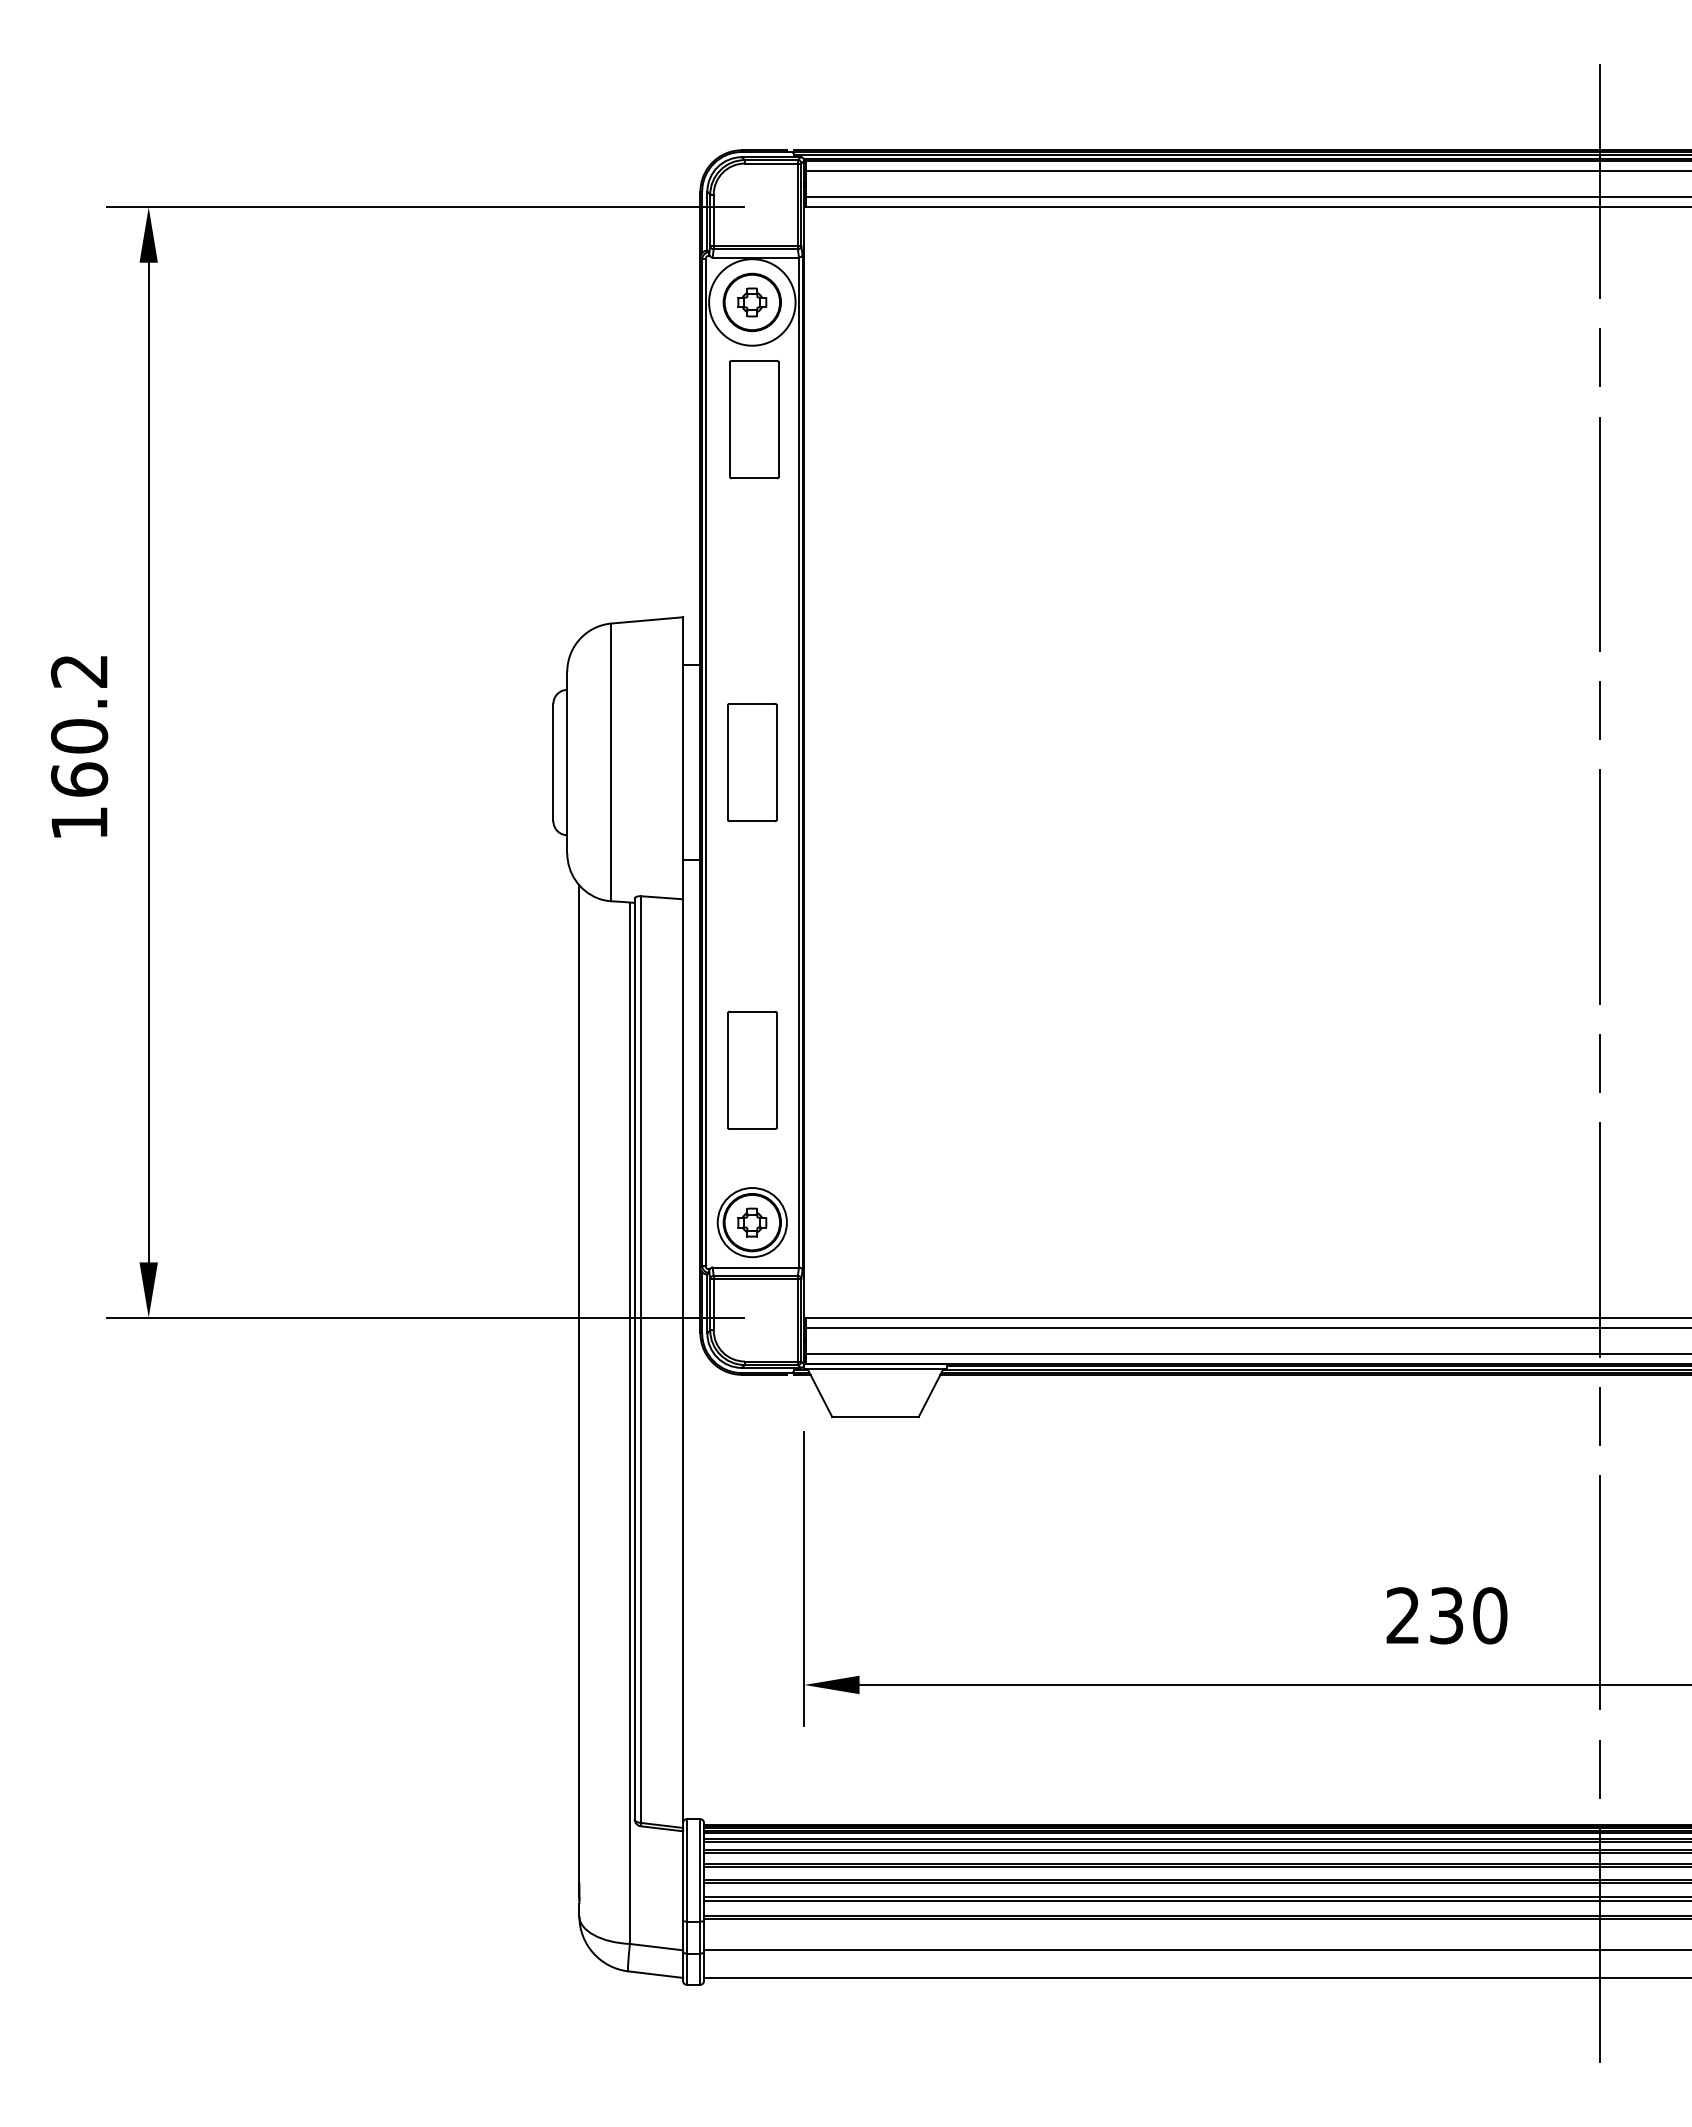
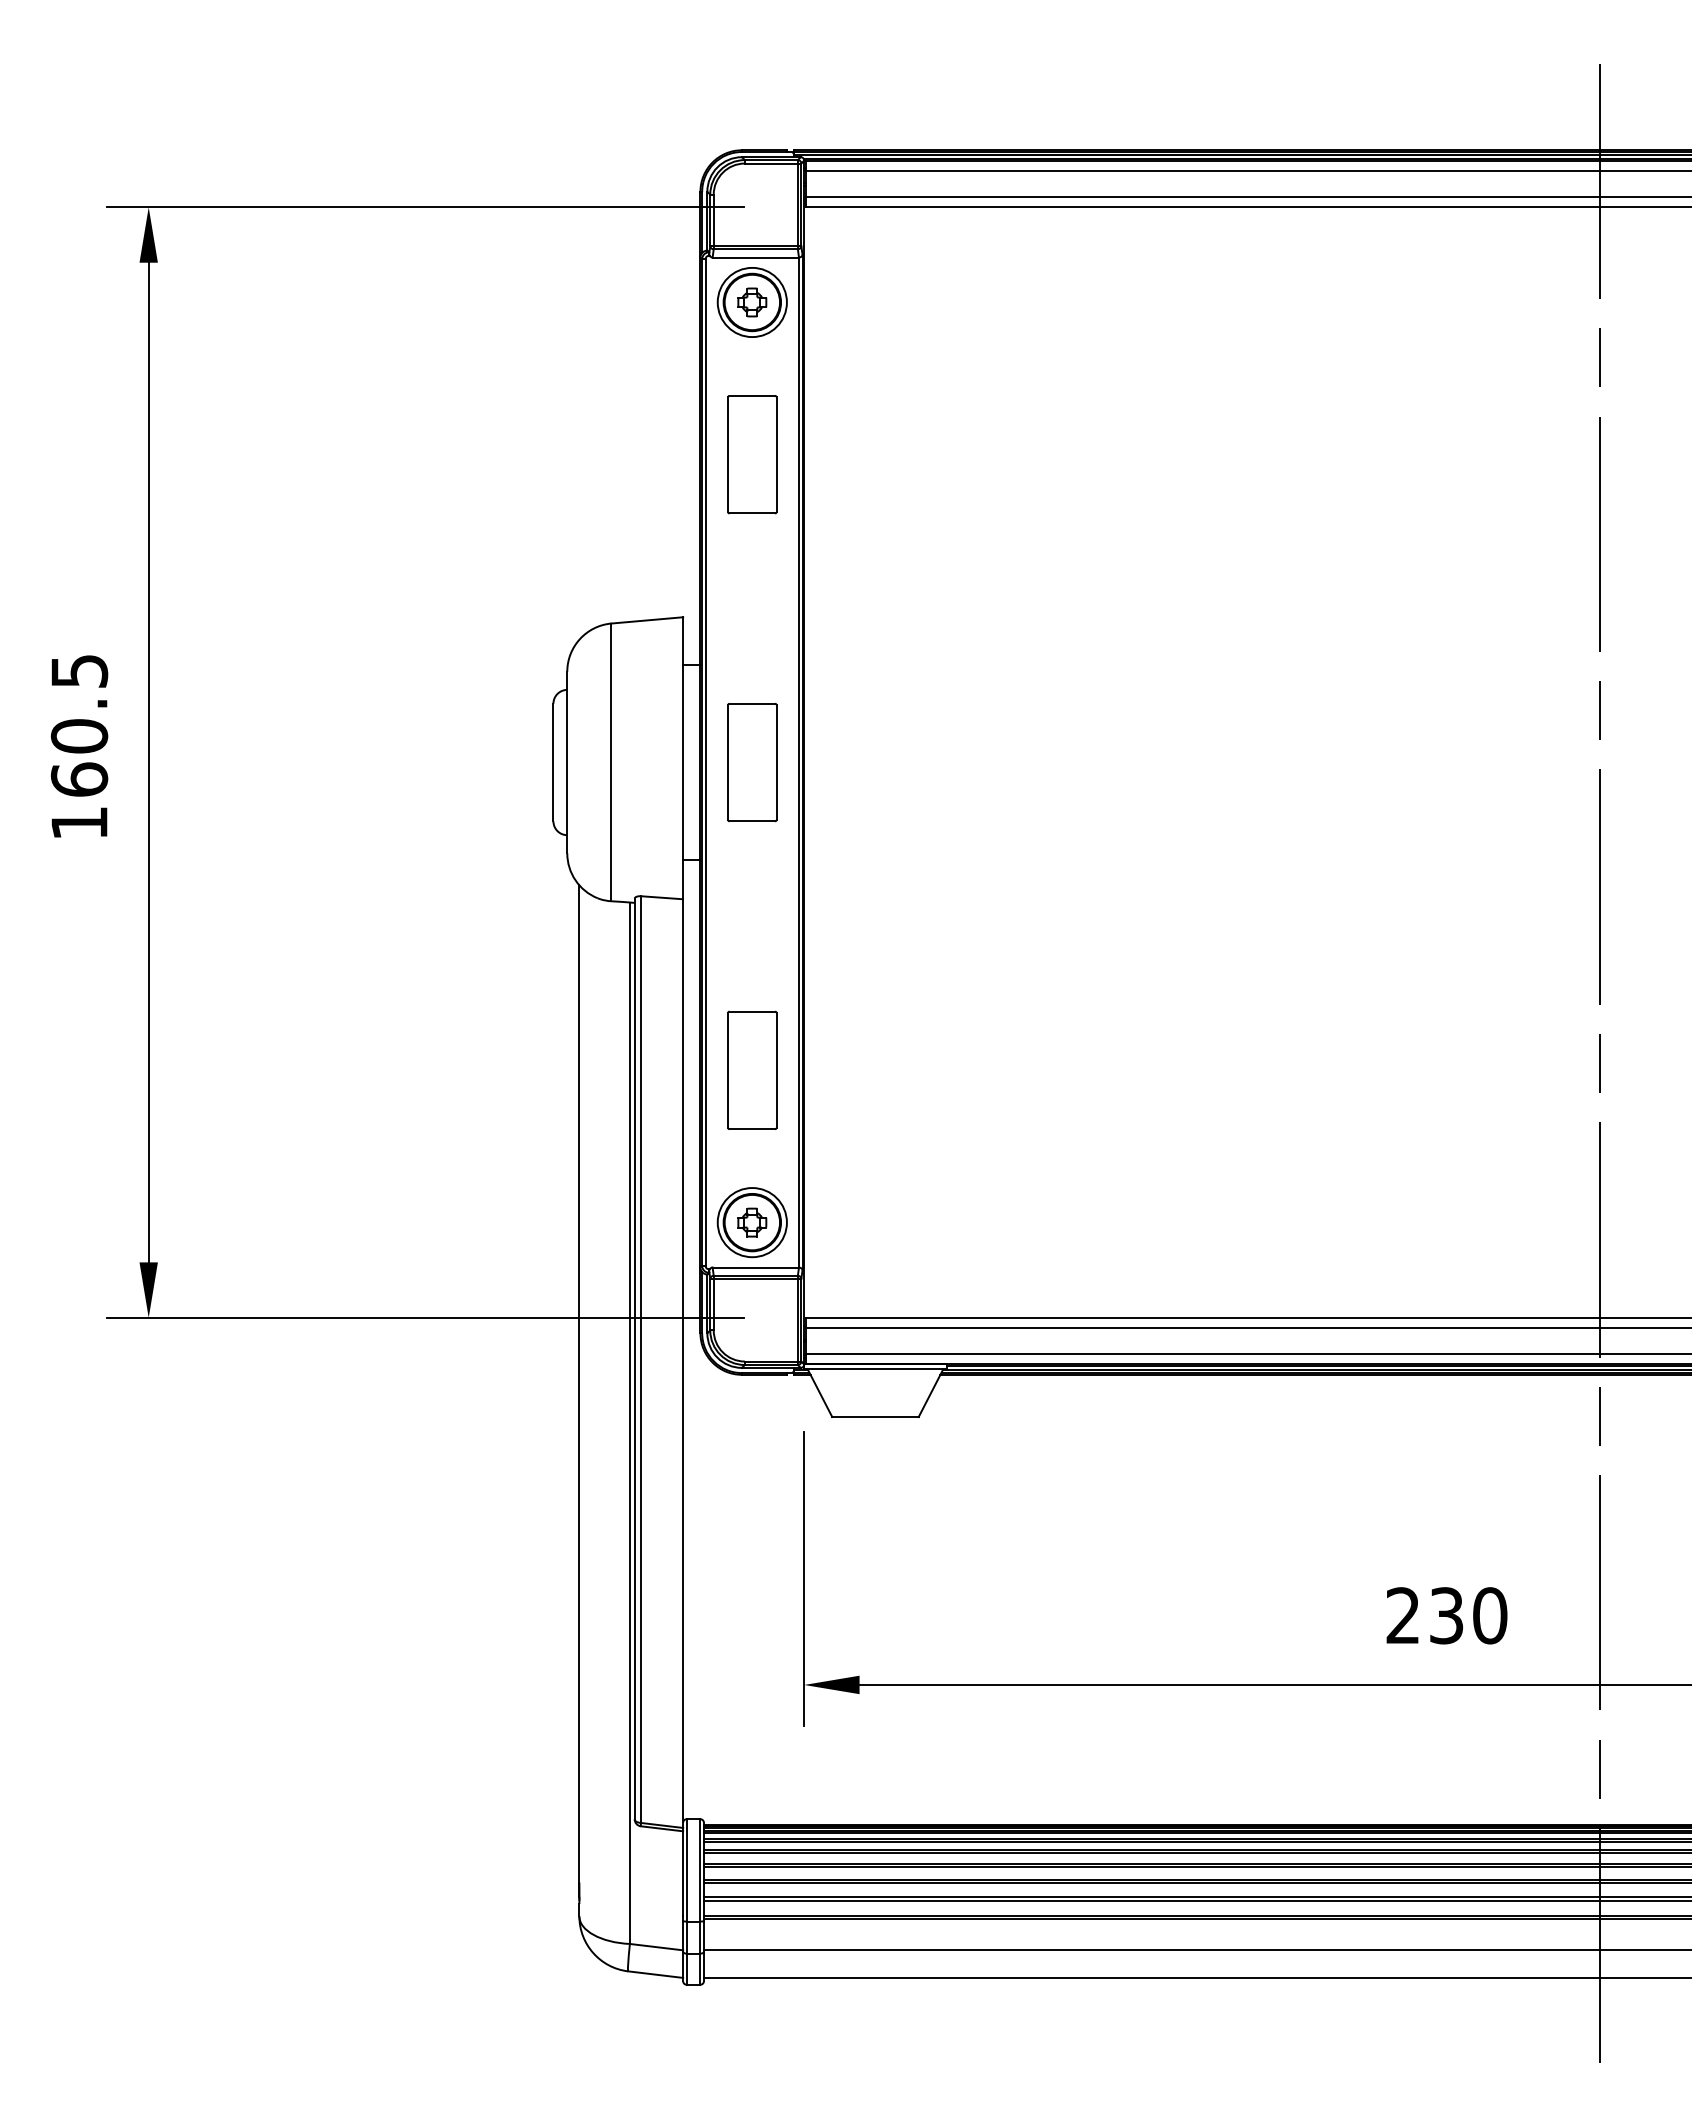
circle at (752, 302) diameter: 86 px -> 69 px
part at (754, 419) position: (754, 419) -> (752, 454)
text at (79, 671): 160.2 -> 160.5
